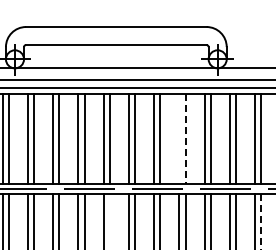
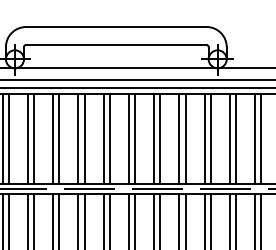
line at (179, 138): none -> present
line at (185, 139): dashed -> solid
line at (109, 219): none -> present
line at (261, 221): dashed -> solid
